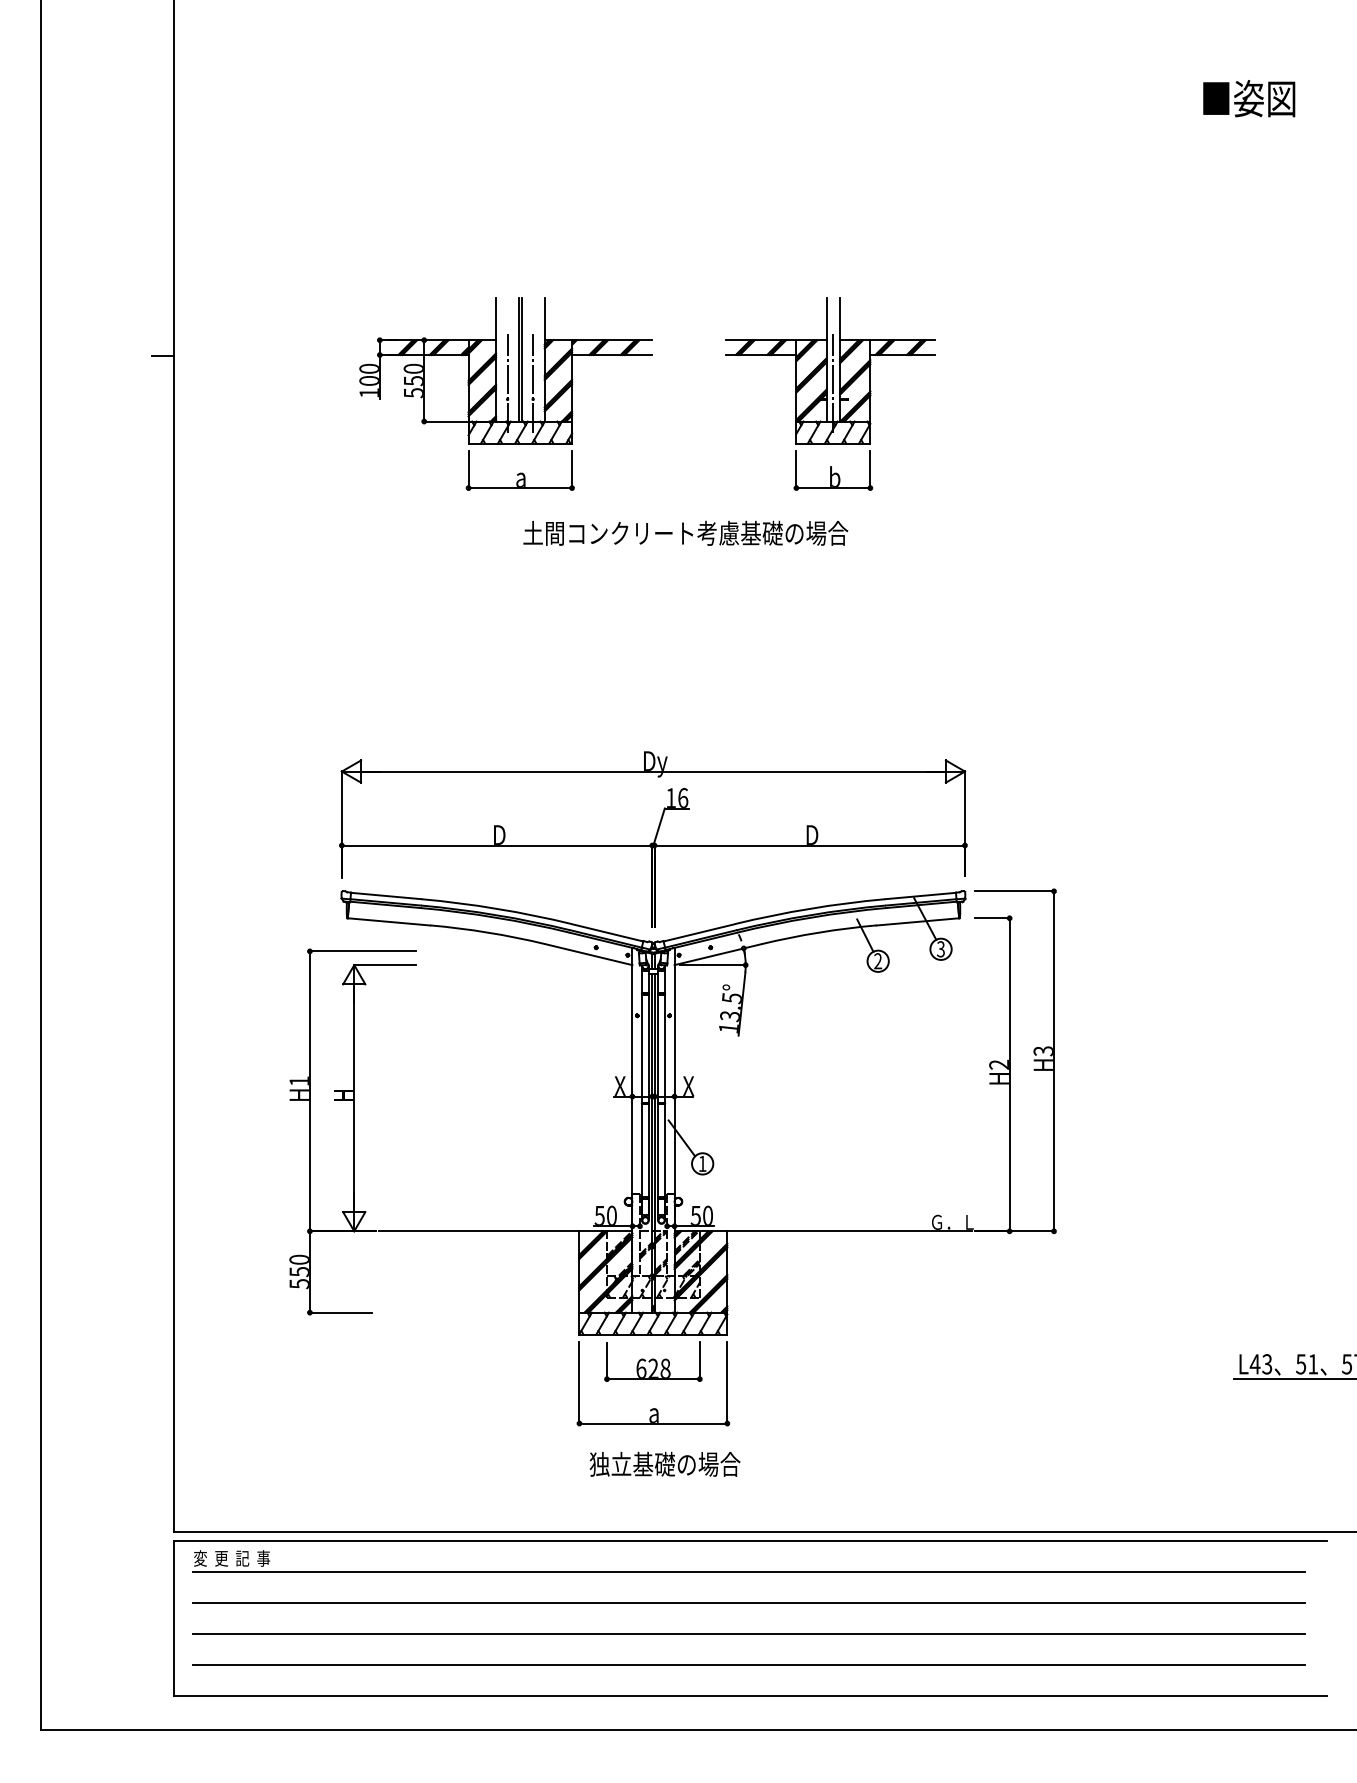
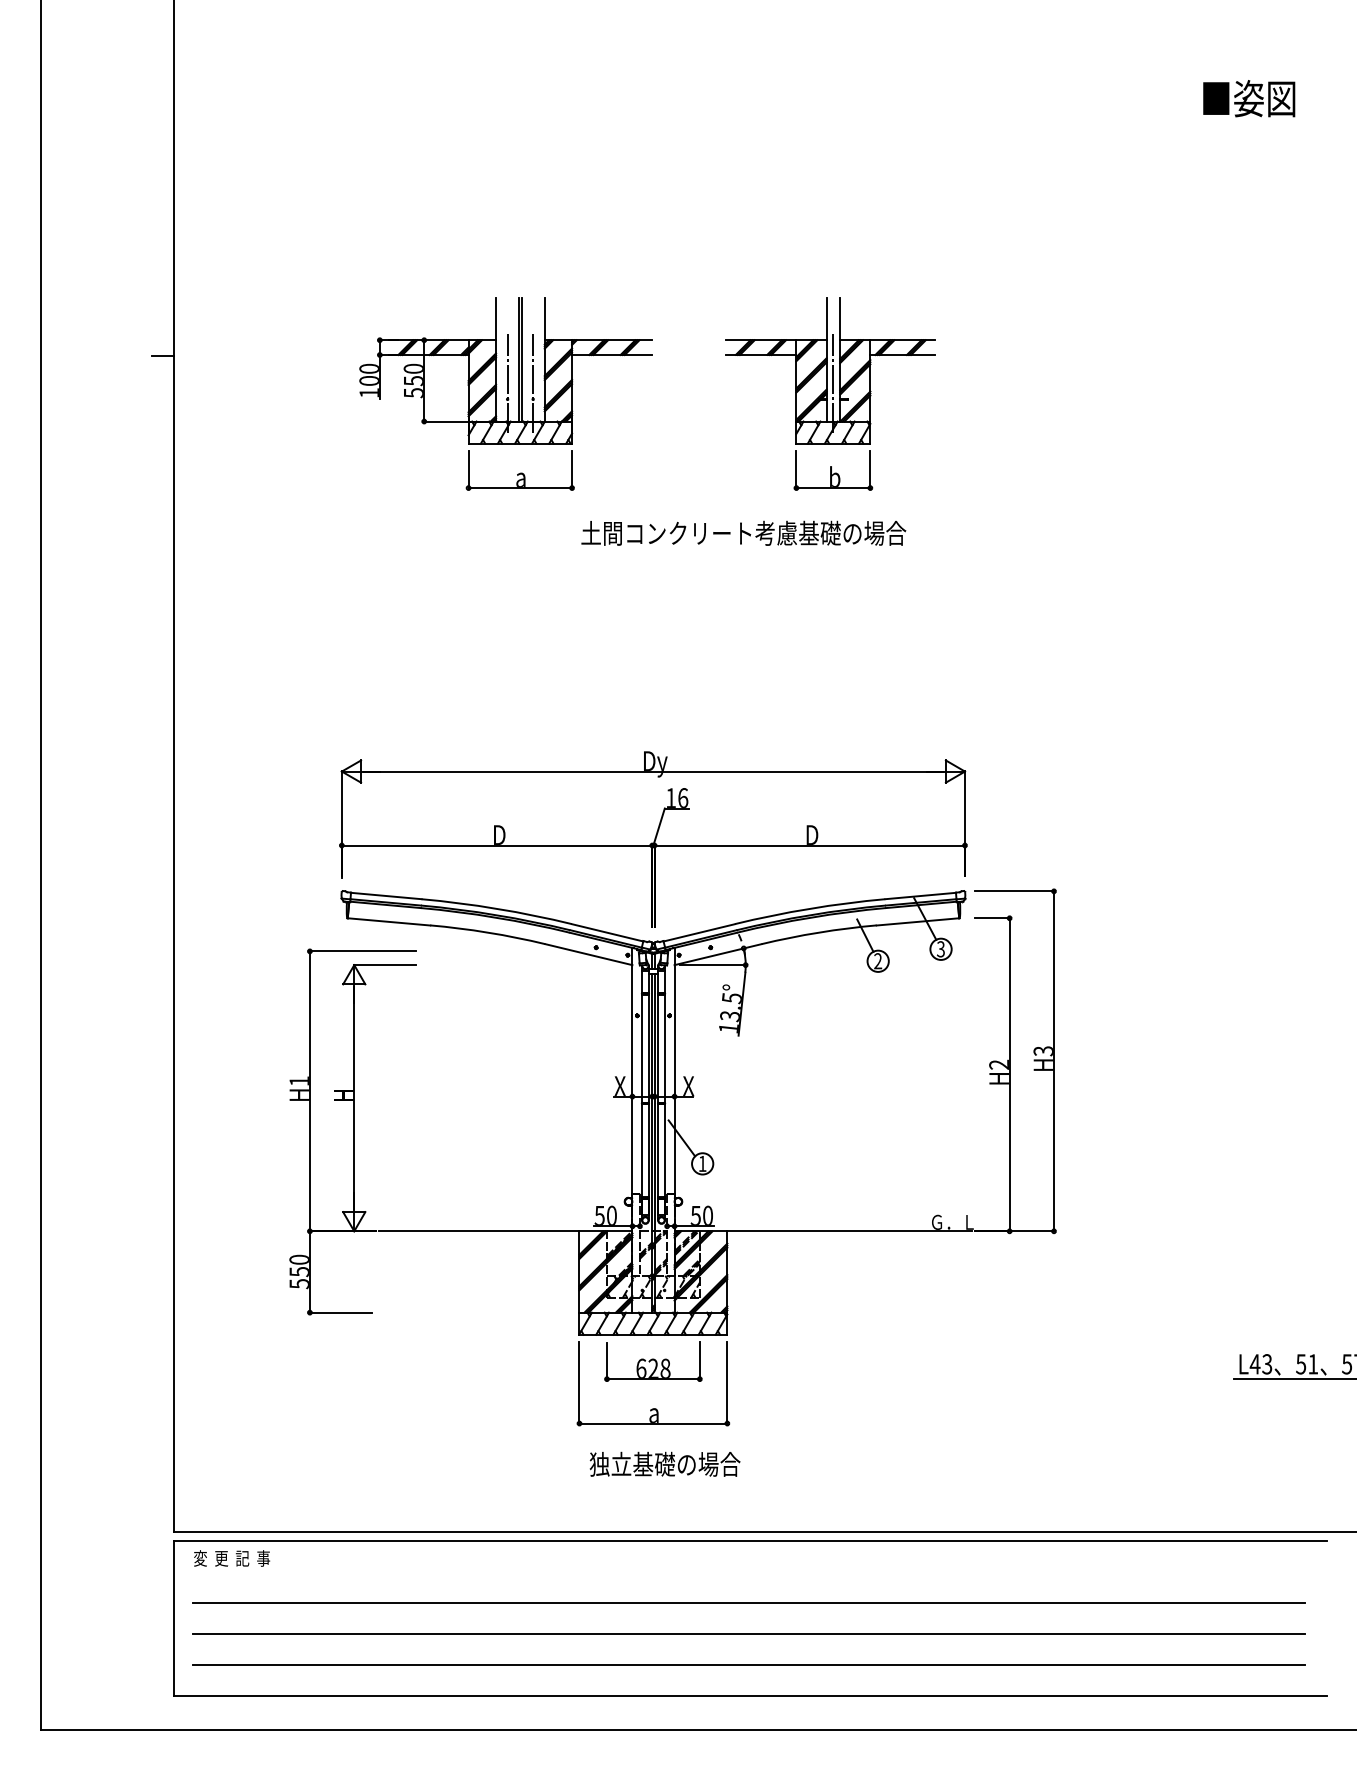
text at (685, 532) position: (685, 532) -> (743, 532)
line at (748, 1572): present -> none
